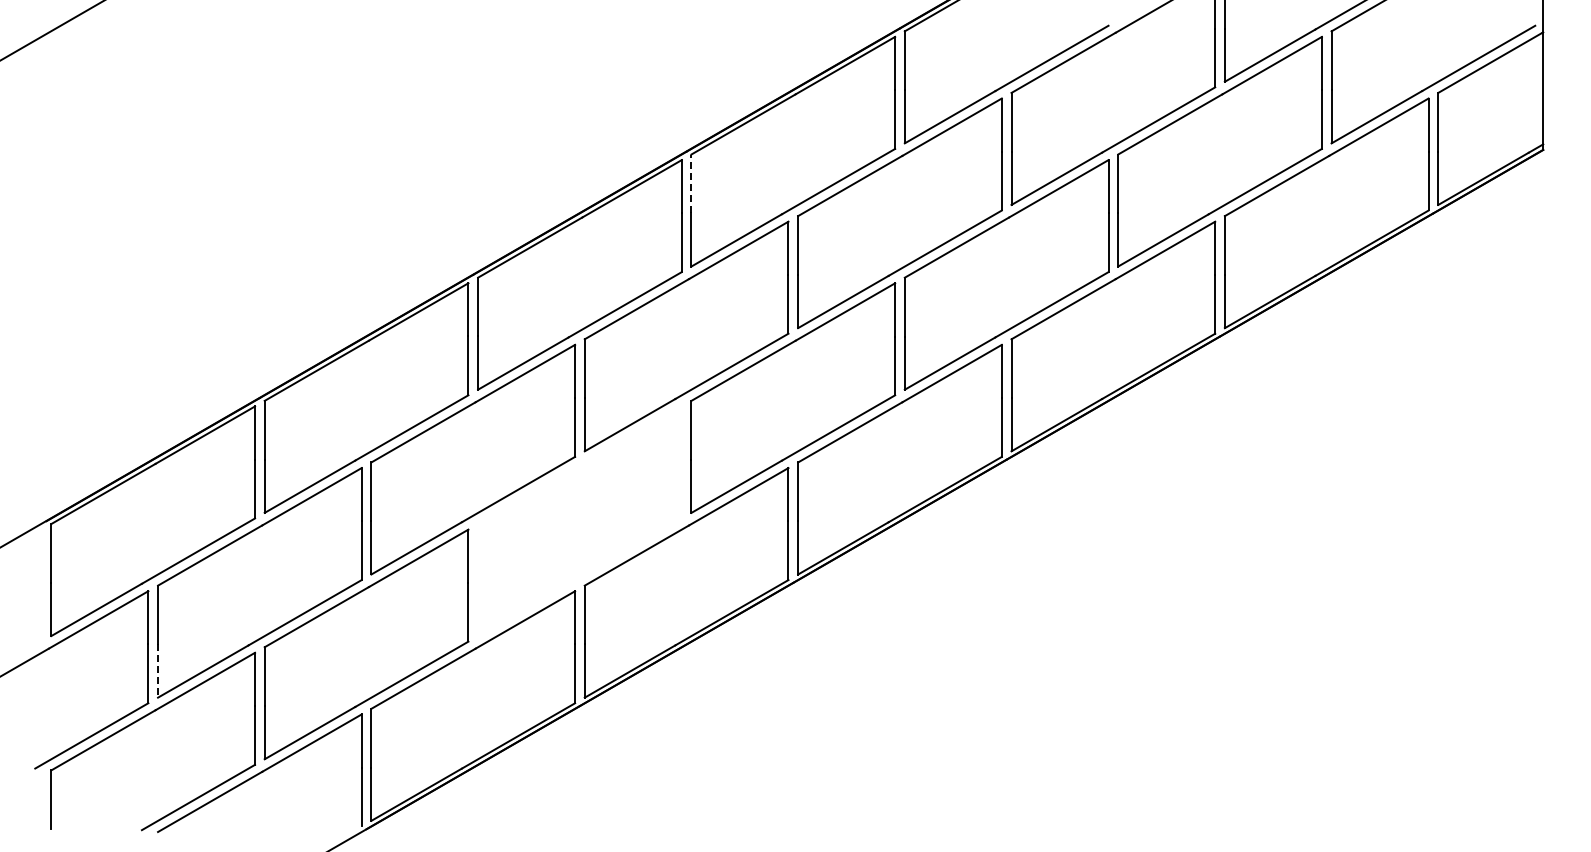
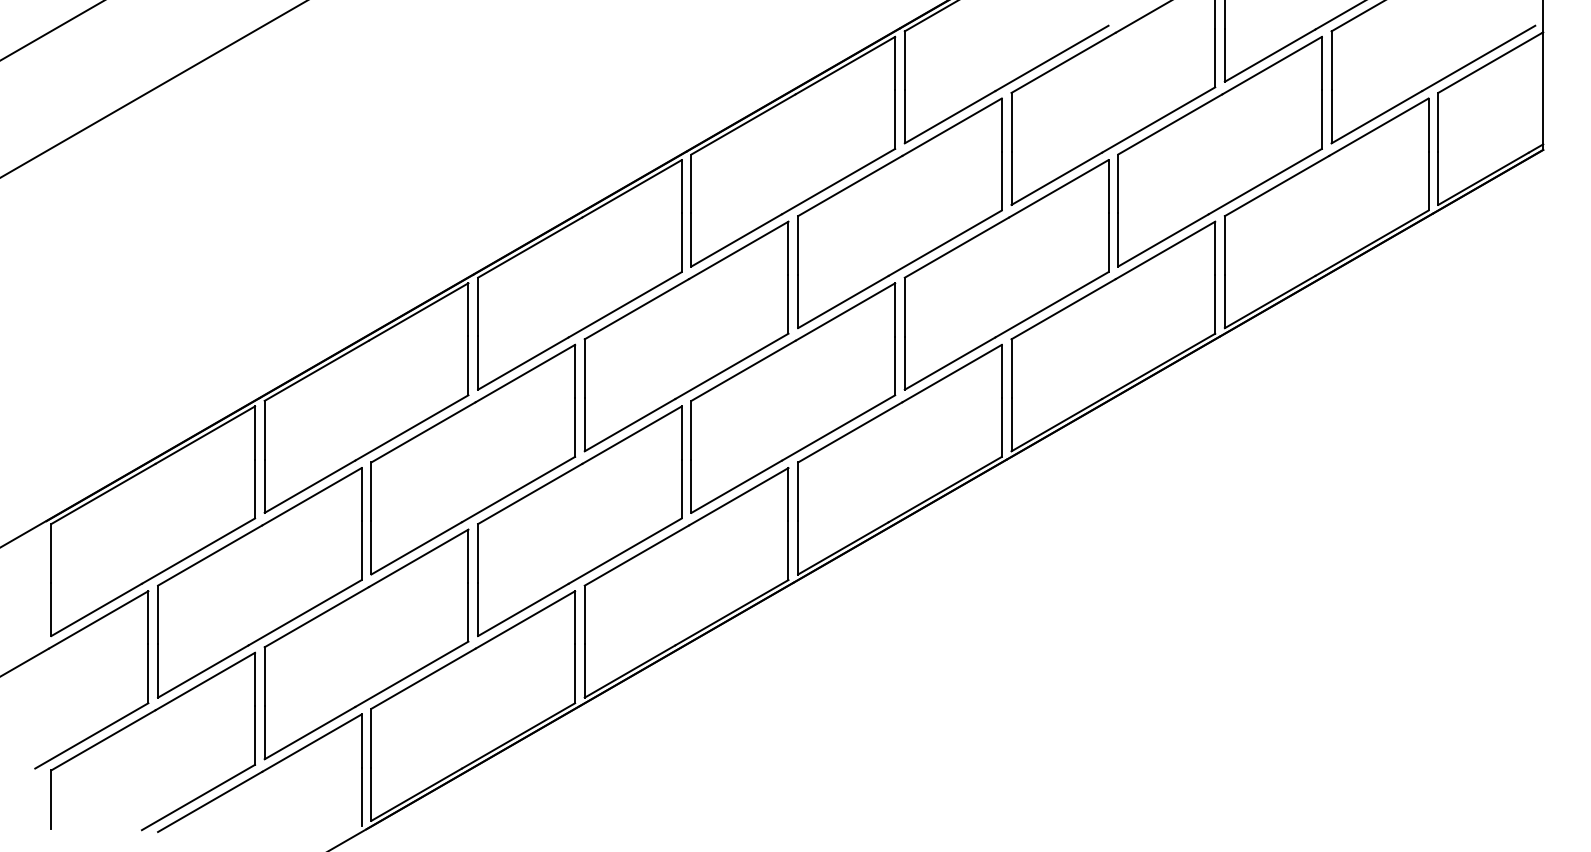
line at (153, 89): none -> present
line at (691, 183): dashed -> solid
part at (579, 521): none -> present
line at (158, 671): dashed -> solid
